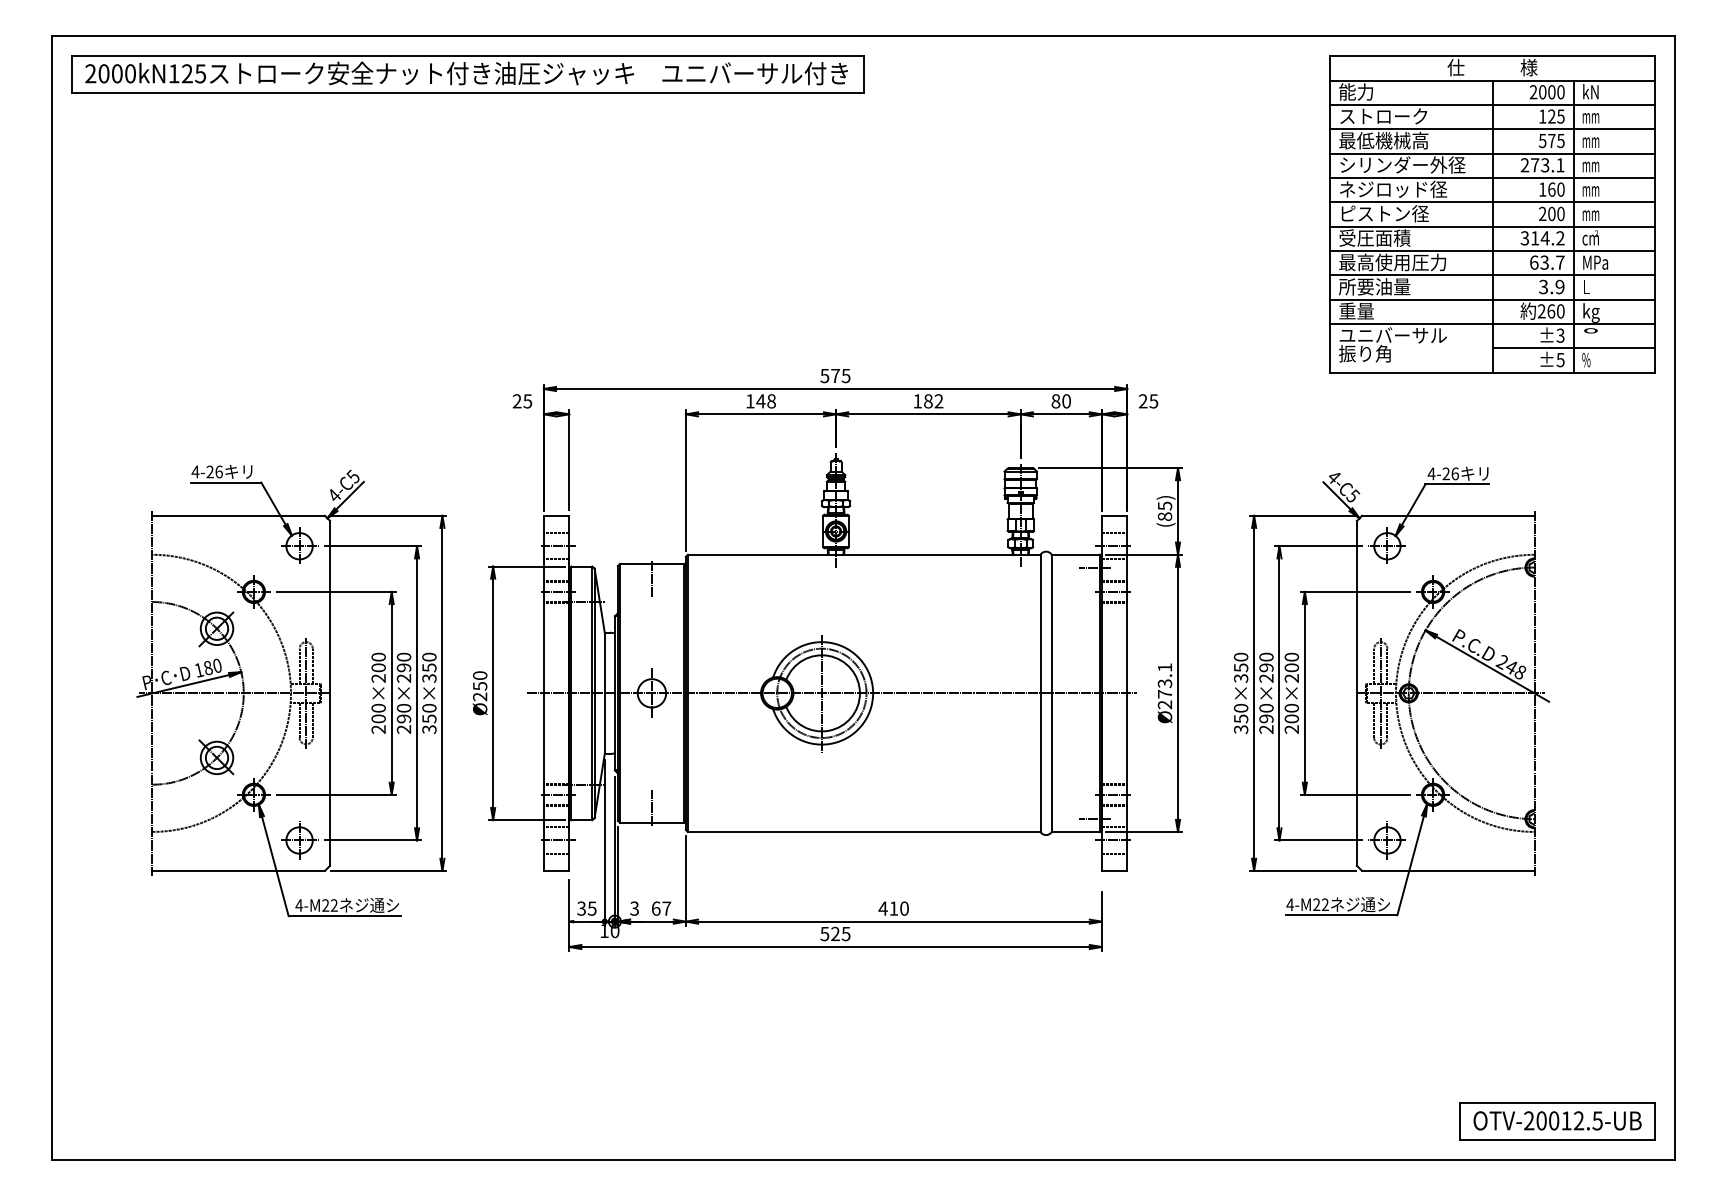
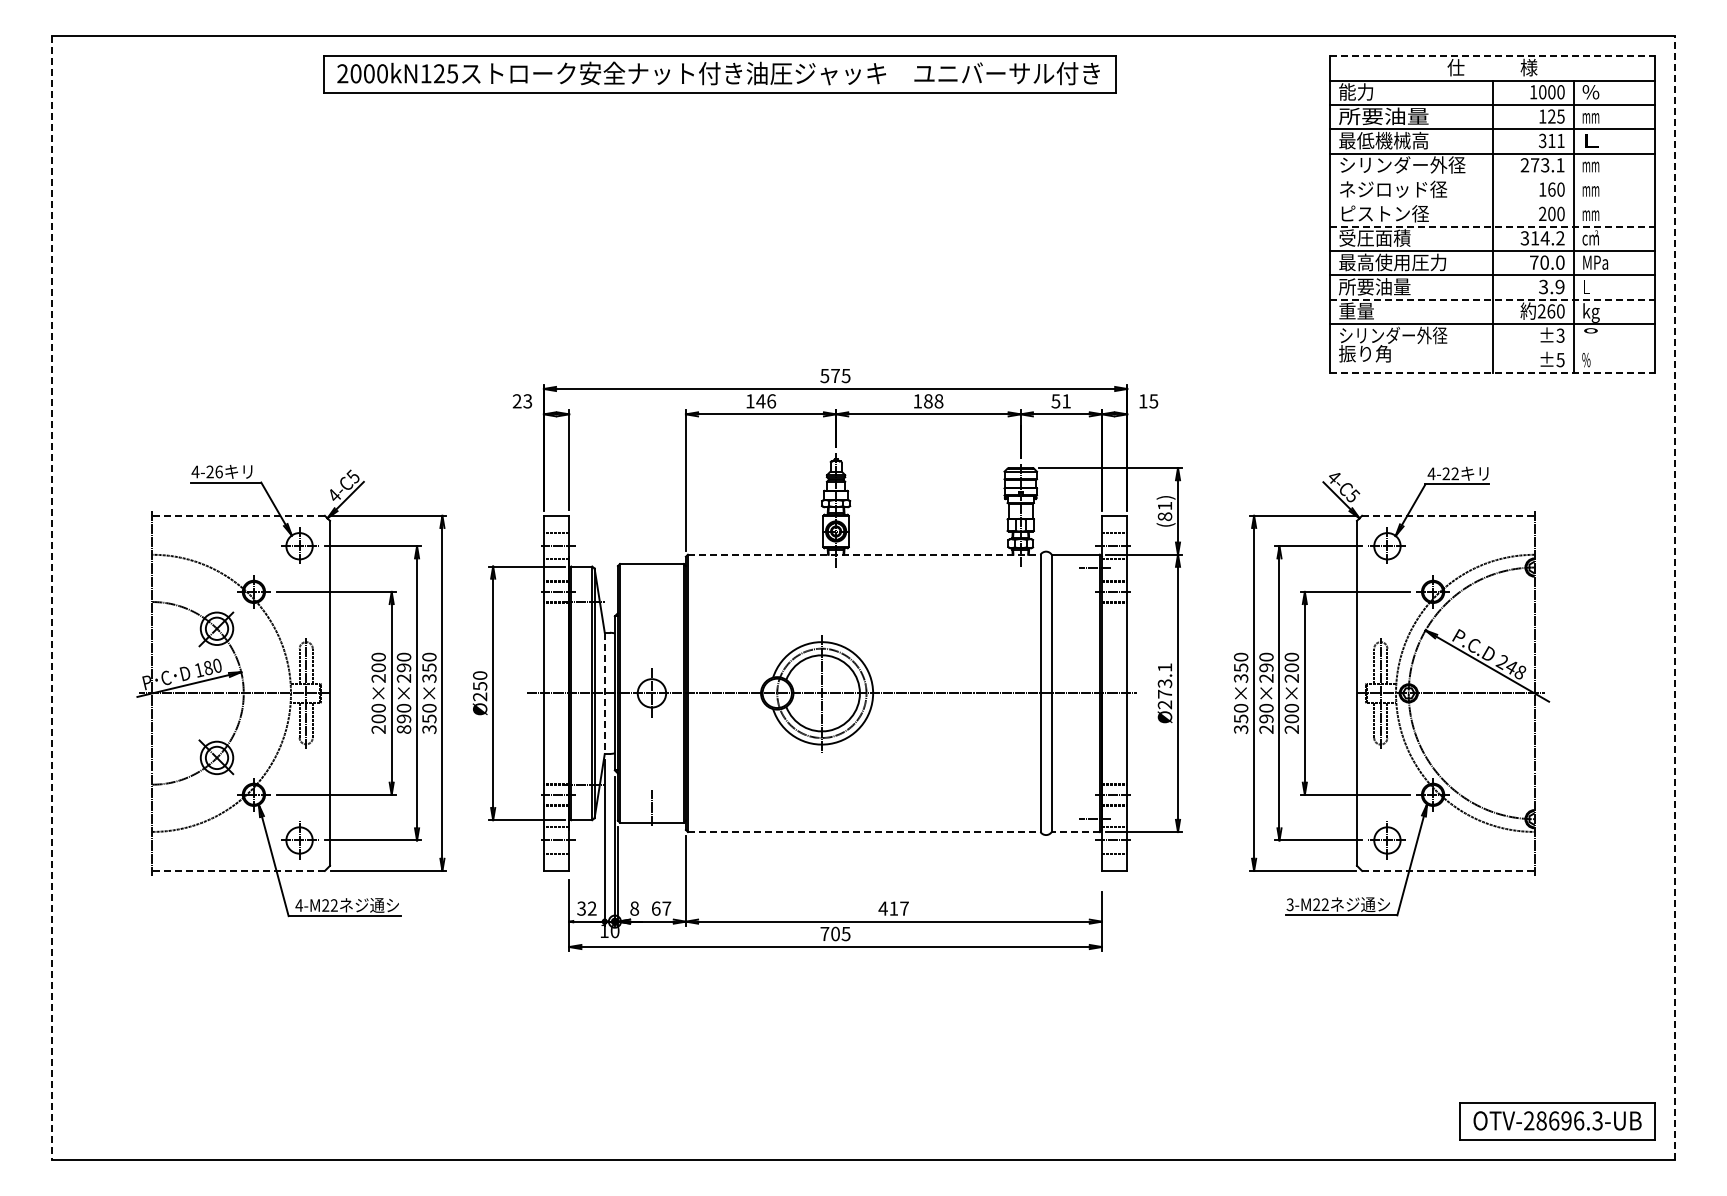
line at (1493, 56): solid -> dashed
part at (467, 74) position: (467, 74) -> (719, 74)
text at (1590, 91): kN -> %%%
text at (1533, 92): 2000 -> 1000
text at (1383, 116): ストローク -> 所要油量
text at (1551, 140): 575 -> 311
text at (1590, 140): mm -> L
line at (1492, 177): present -> none
line at (1492, 202): present -> none
line at (1493, 226): solid -> dashed
text at (1547, 262): 63.7 -> 70.0
line at (1493, 299): solid -> dashed
text at (1393, 335): ユニバーサル -> シリンダー外径
line at (1573, 348): present -> none
line at (1493, 372): solid -> dashed
text at (527, 400): 25 -> 23
text at (771, 401): 148 -> 146
text at (938, 401): 182 -> 188
text at (1060, 401): 80 -> 51
text at (1142, 401): 25 -> 15
text at (1454, 473): 4-26 -> 4-22
text at (1165, 505): (85) -> (81)
line at (238, 515): solid -> dashed
line at (1448, 515): solid -> dashed
line at (864, 554): solid -> dashed
line at (651, 578): present -> none
line at (1675, 597): solid -> dashed
line at (51, 598): solid -> dashed
line at (604, 693): solid -> dashed
text at (403, 729): 290×290 -> 890×290
line at (864, 832): solid -> dashed
line at (1075, 832): solid -> dashed
line at (238, 870): solid -> dashed
line at (1448, 870): solid -> dashed
text at (1289, 904): 4-M22 -> 3-M22
text at (591, 908): 35 -> 32
text at (634, 908): 3 -> 8
text at (904, 908): 410 -> 417
text at (829, 934): 525 -> 705
text at (1569, 1120): OTV-20012.5-UB -> OTV-28696.3-UB
